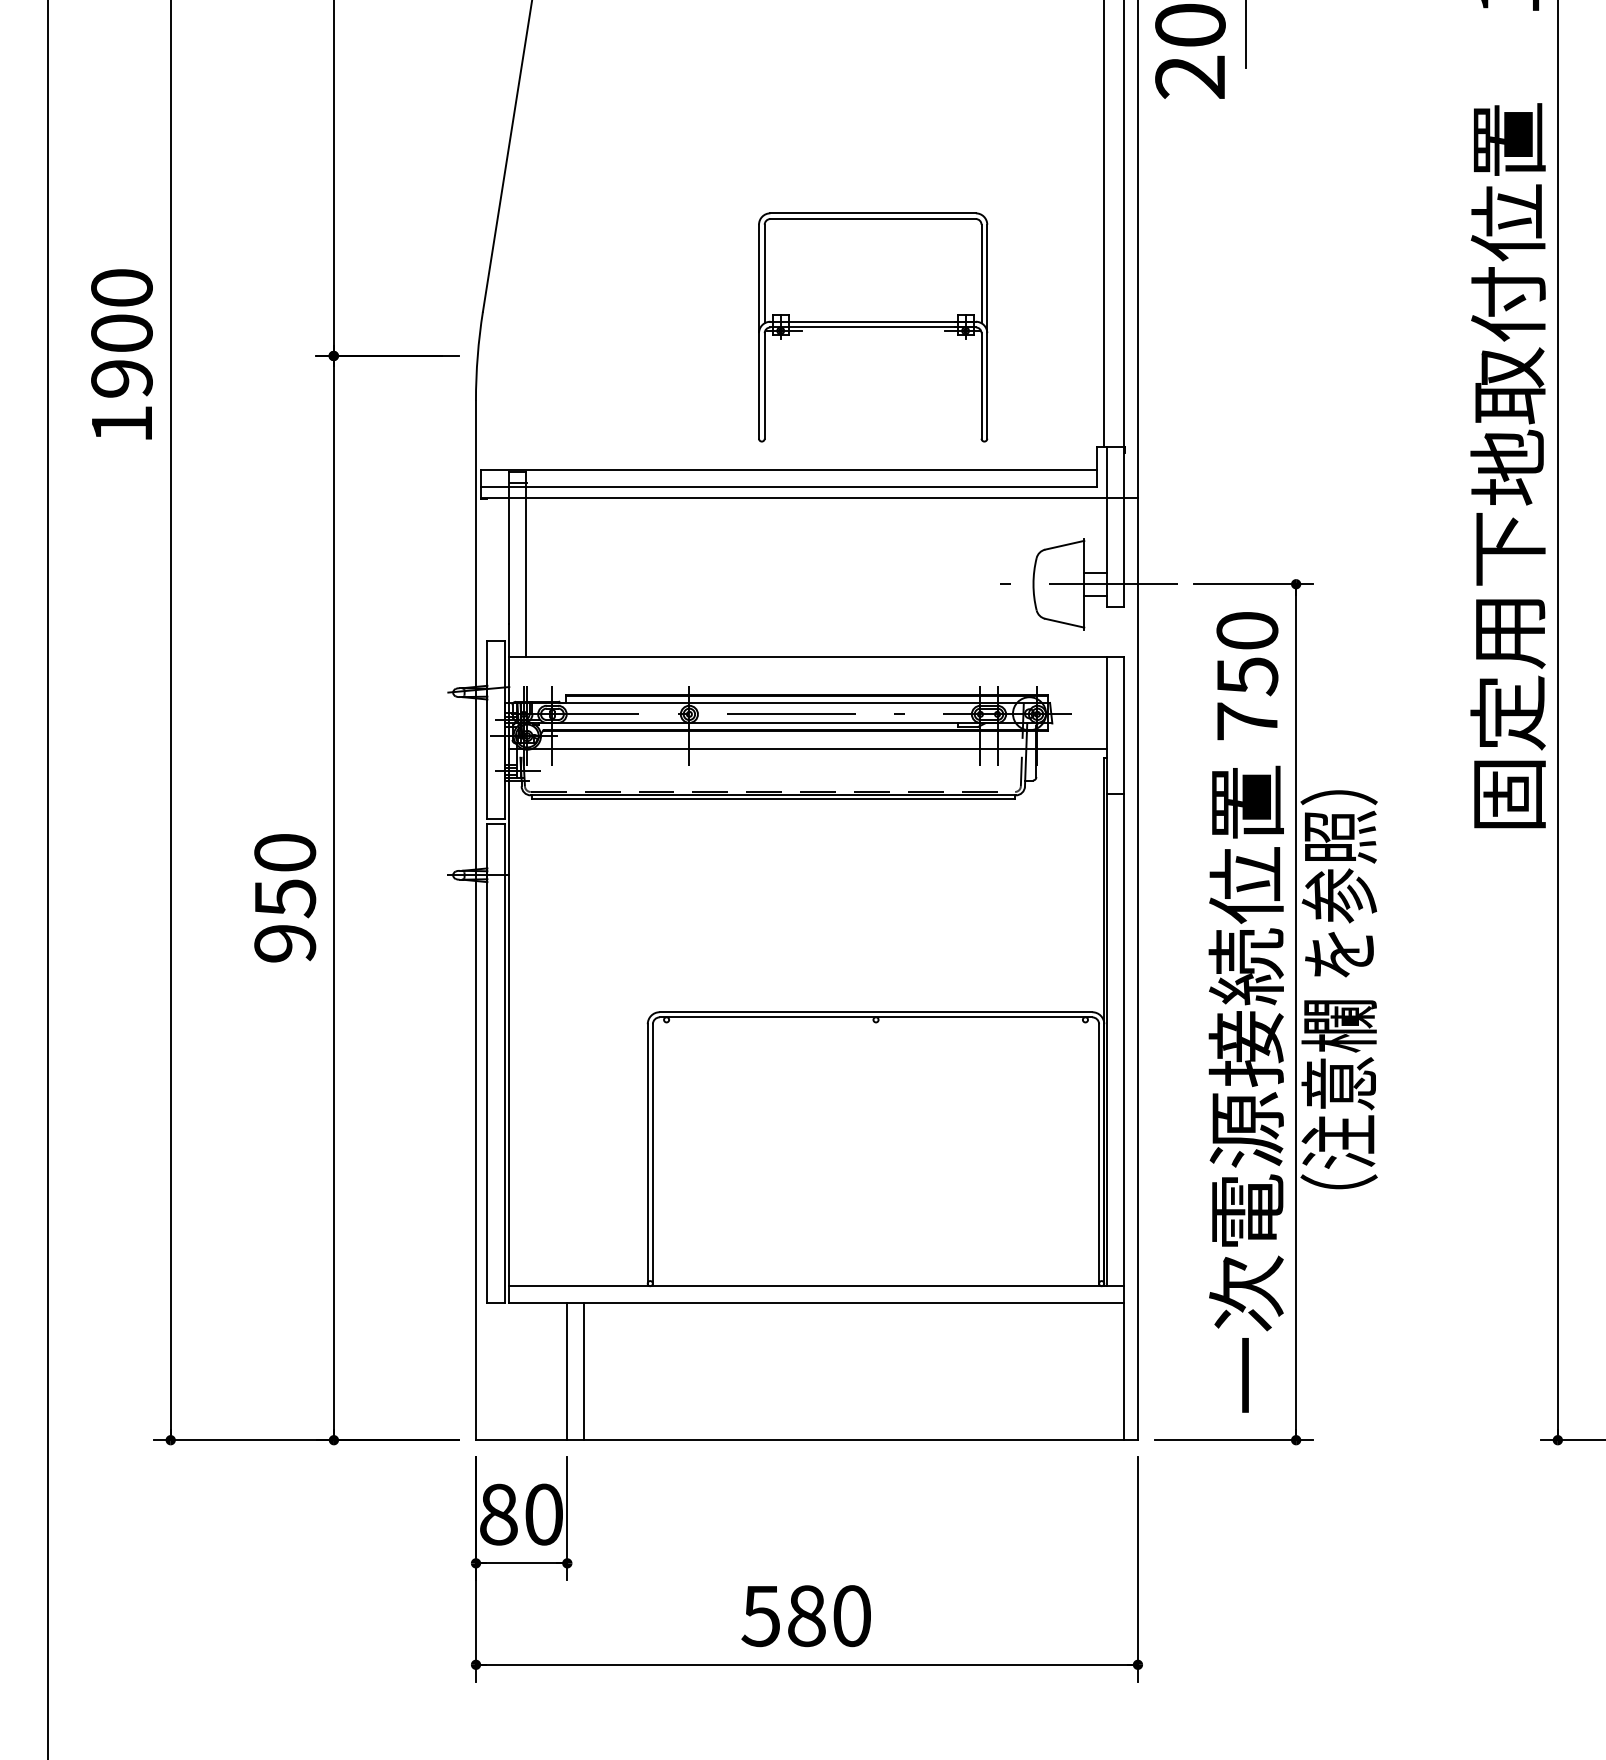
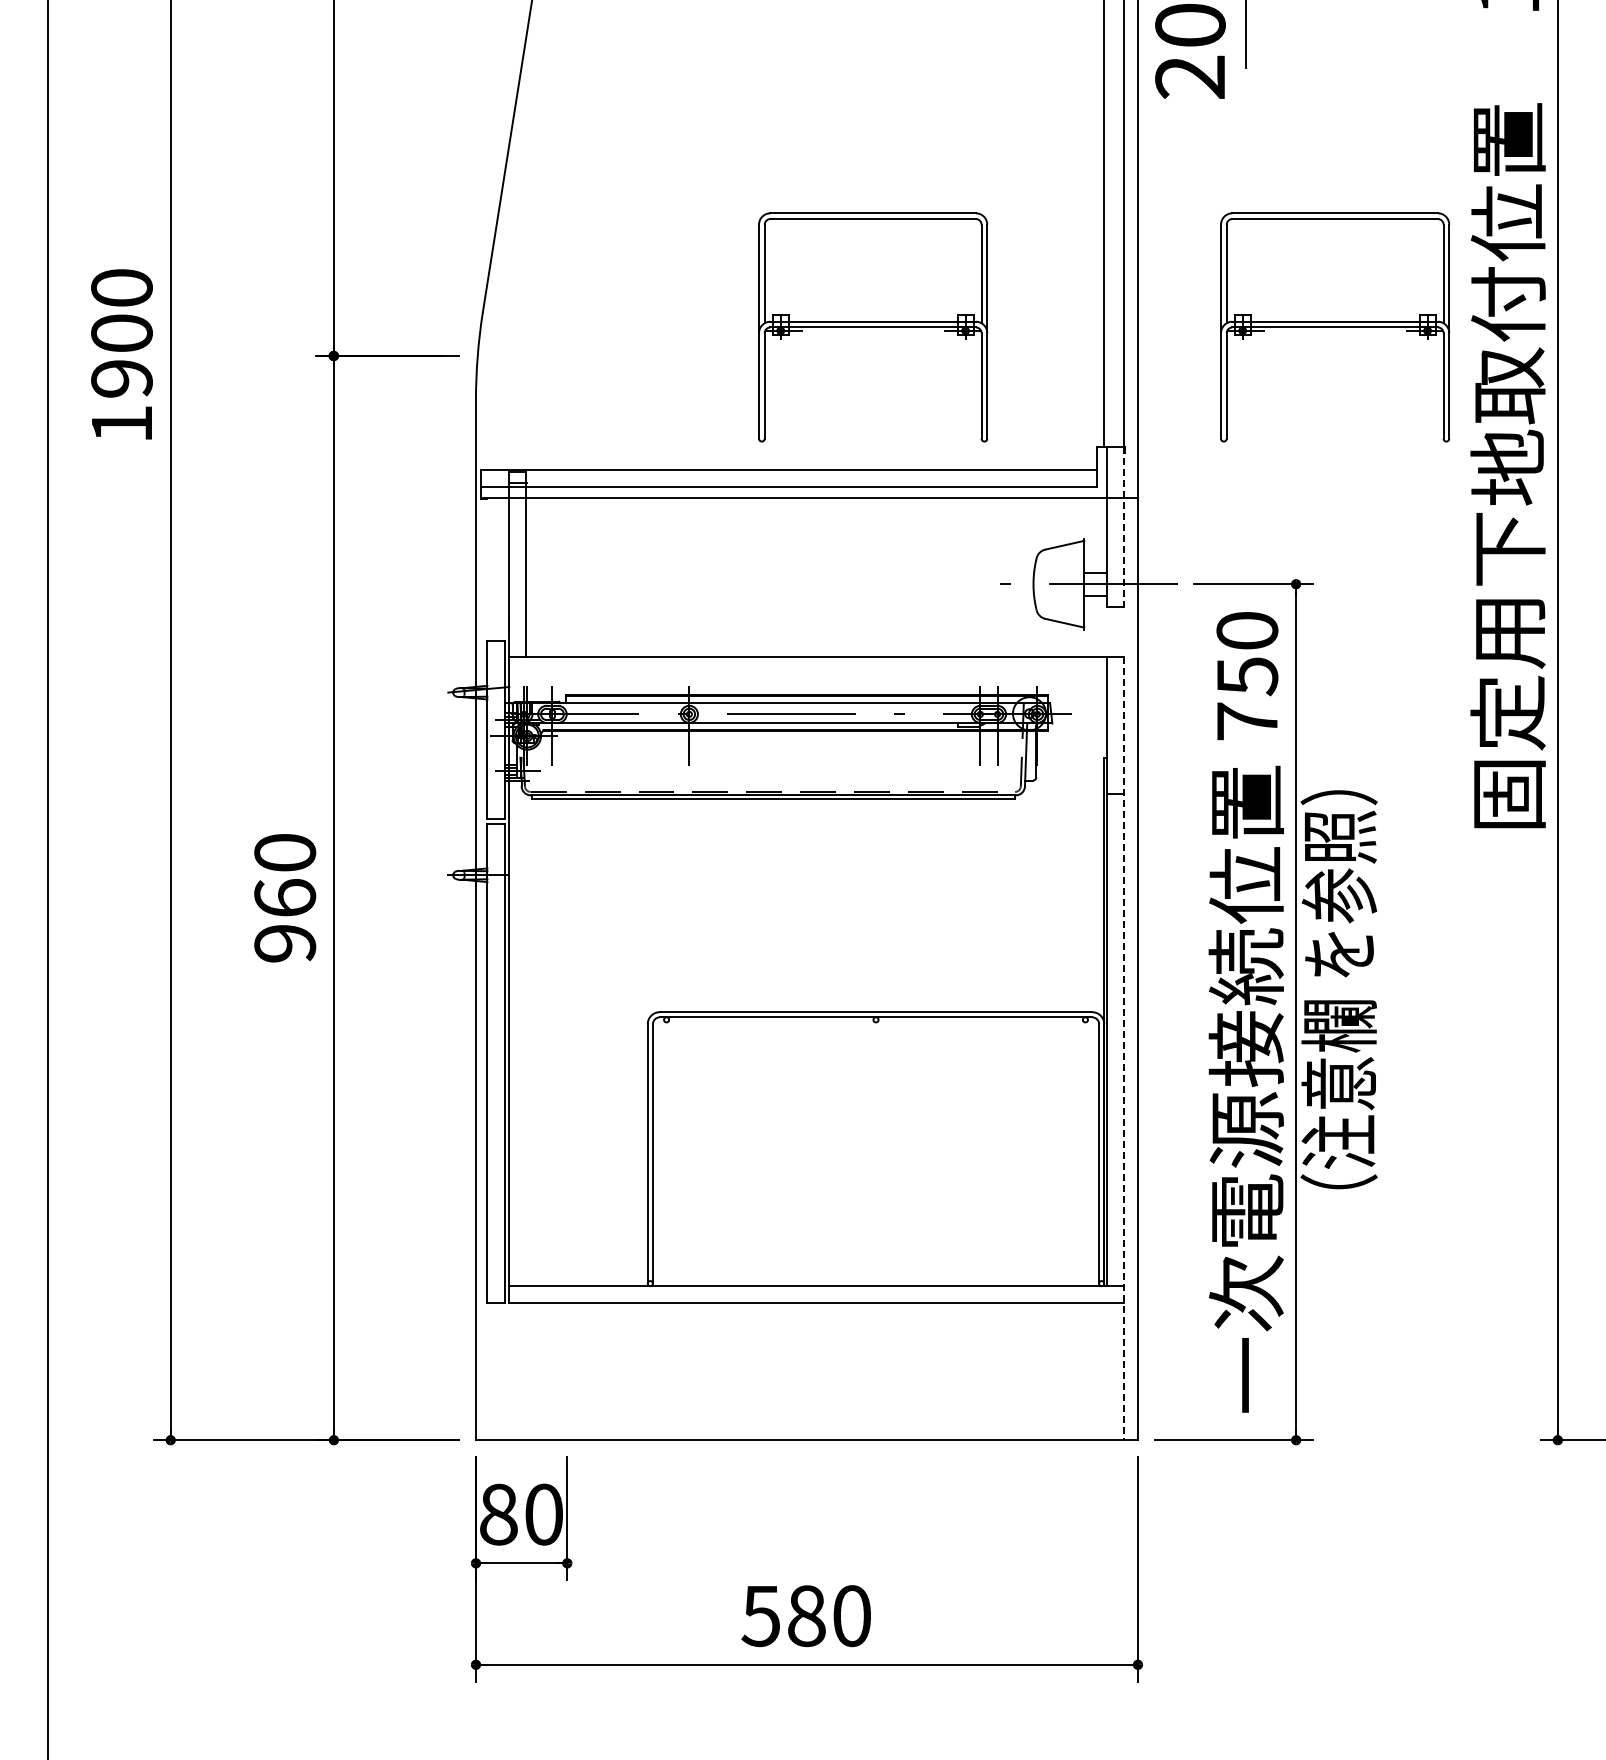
part at (1335, 327): none -> present
line at (1124, 527): solid -> dashed
line at (808, 748): present -> none
text at (285, 898): 950 -> 960
line at (1124, 1049): solid -> dashed
line at (567, 1371): present -> none
line at (584, 1371): present -> none
